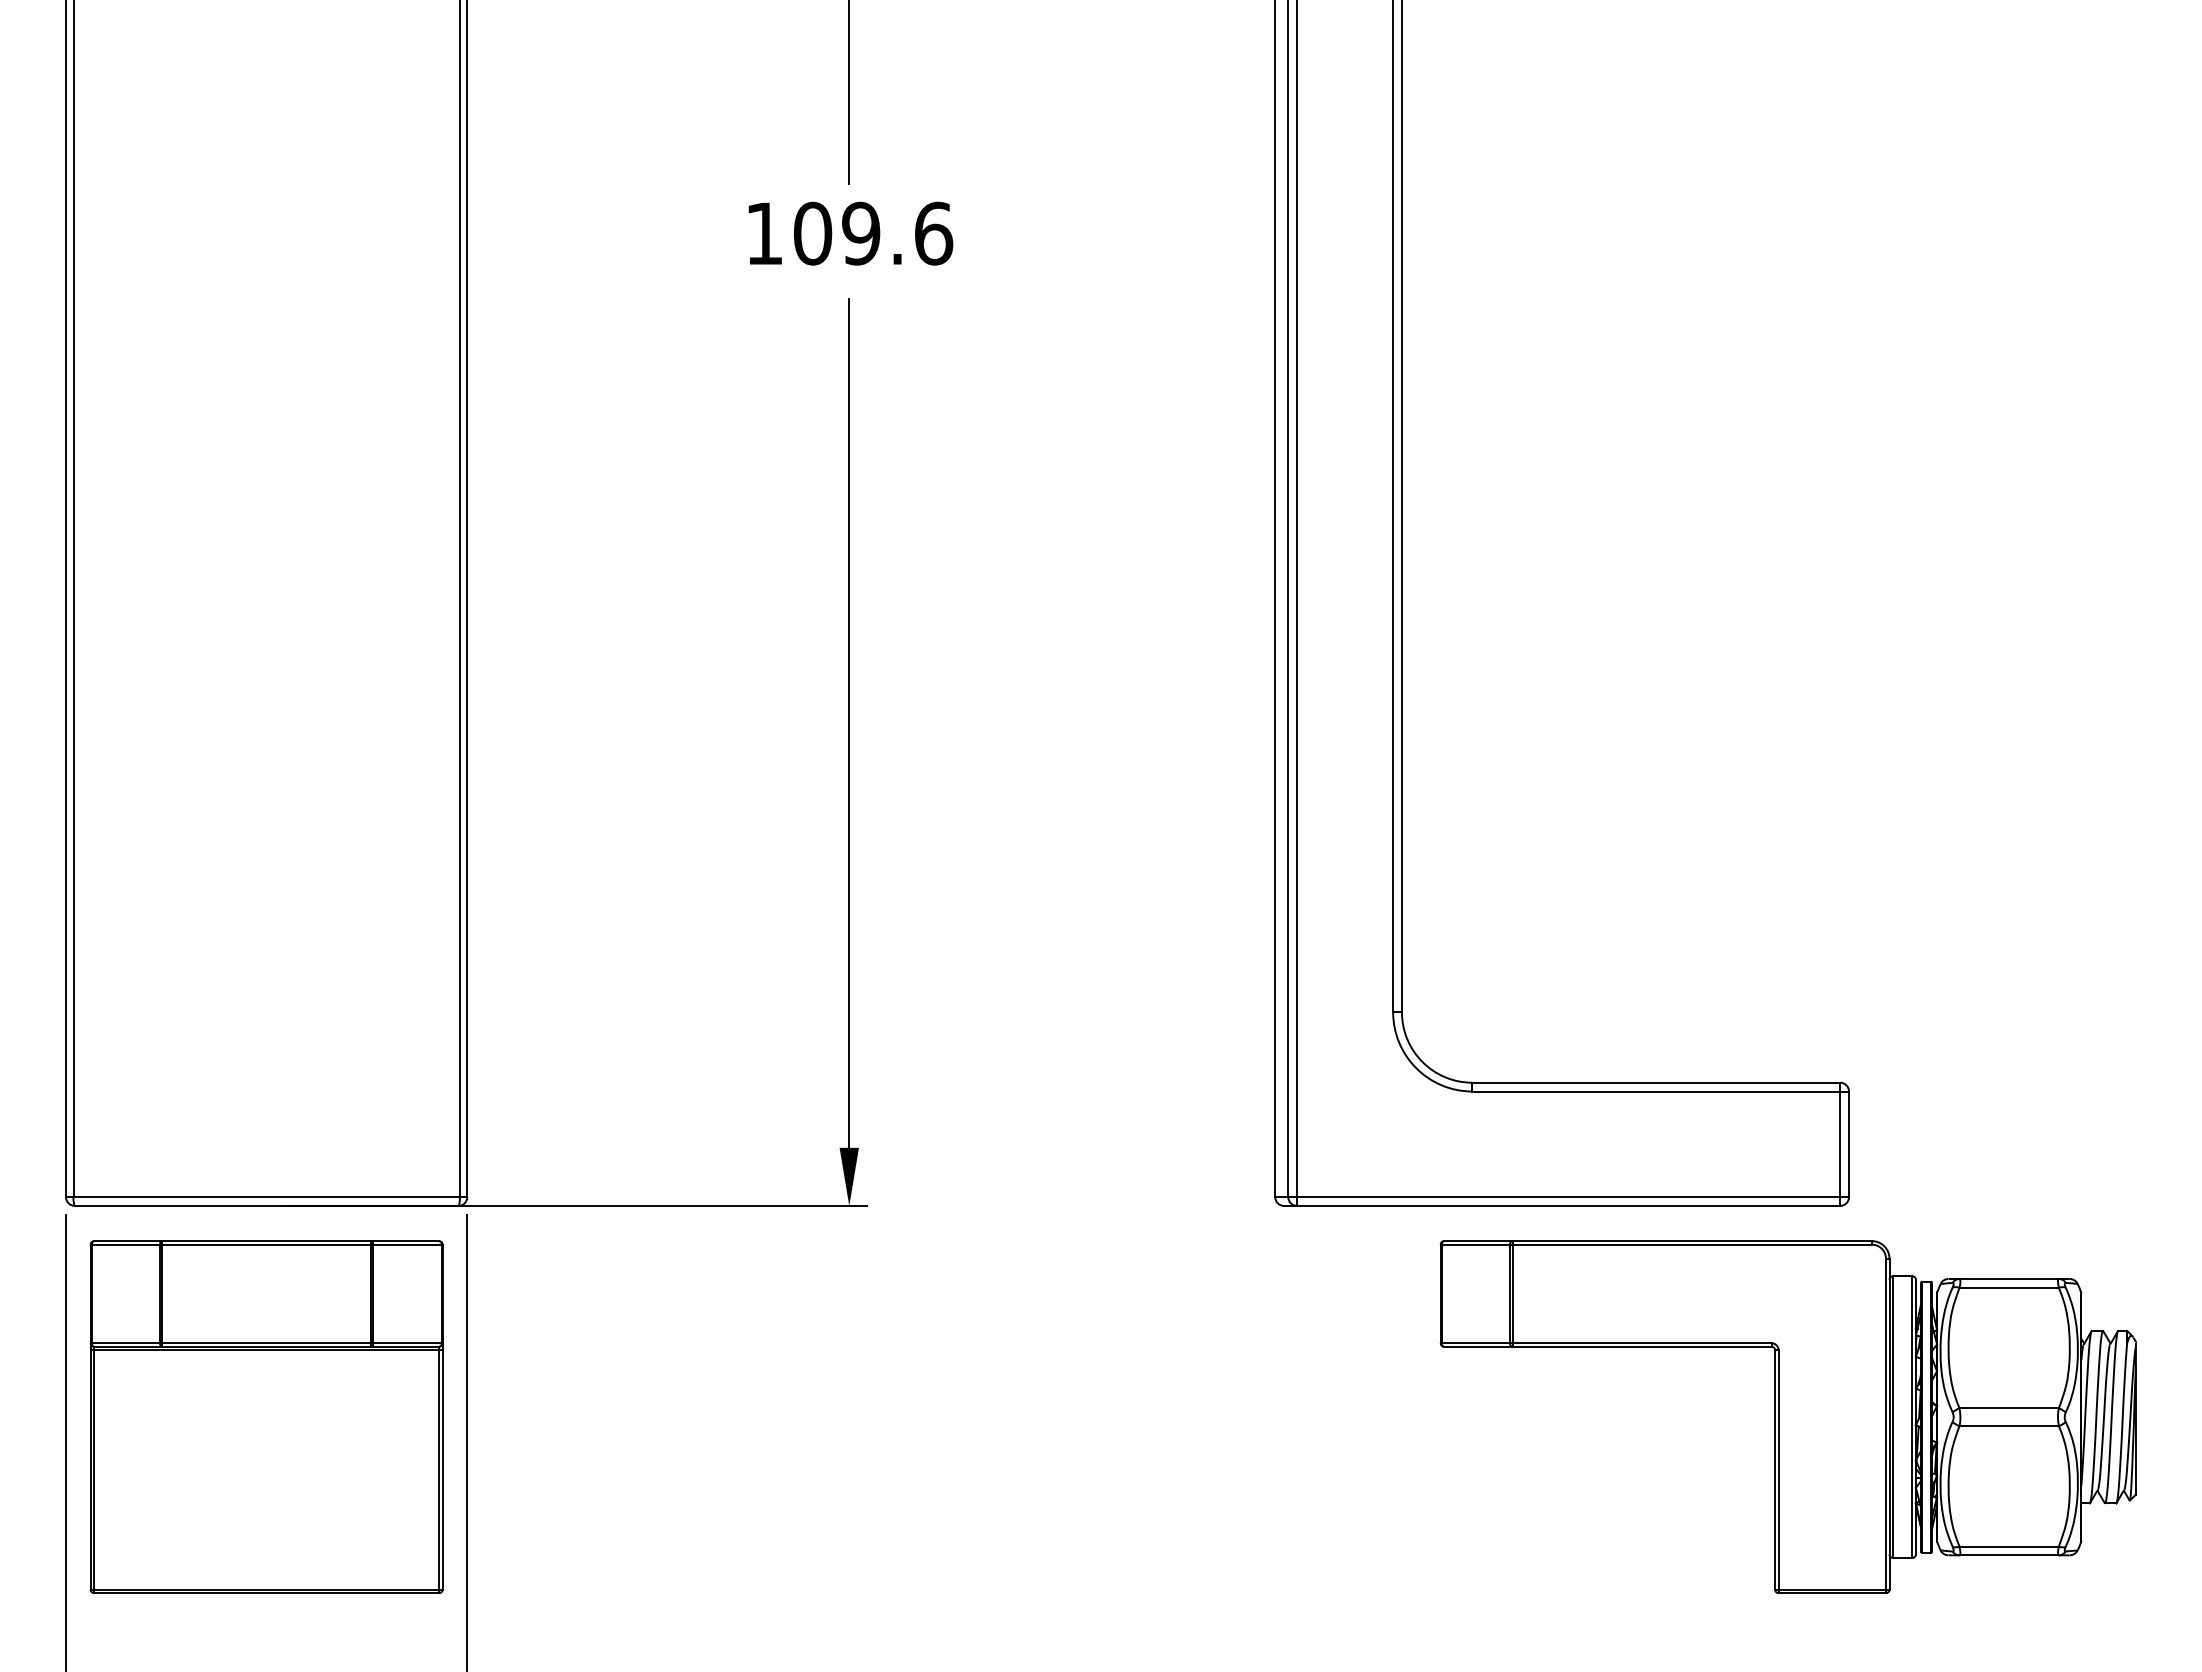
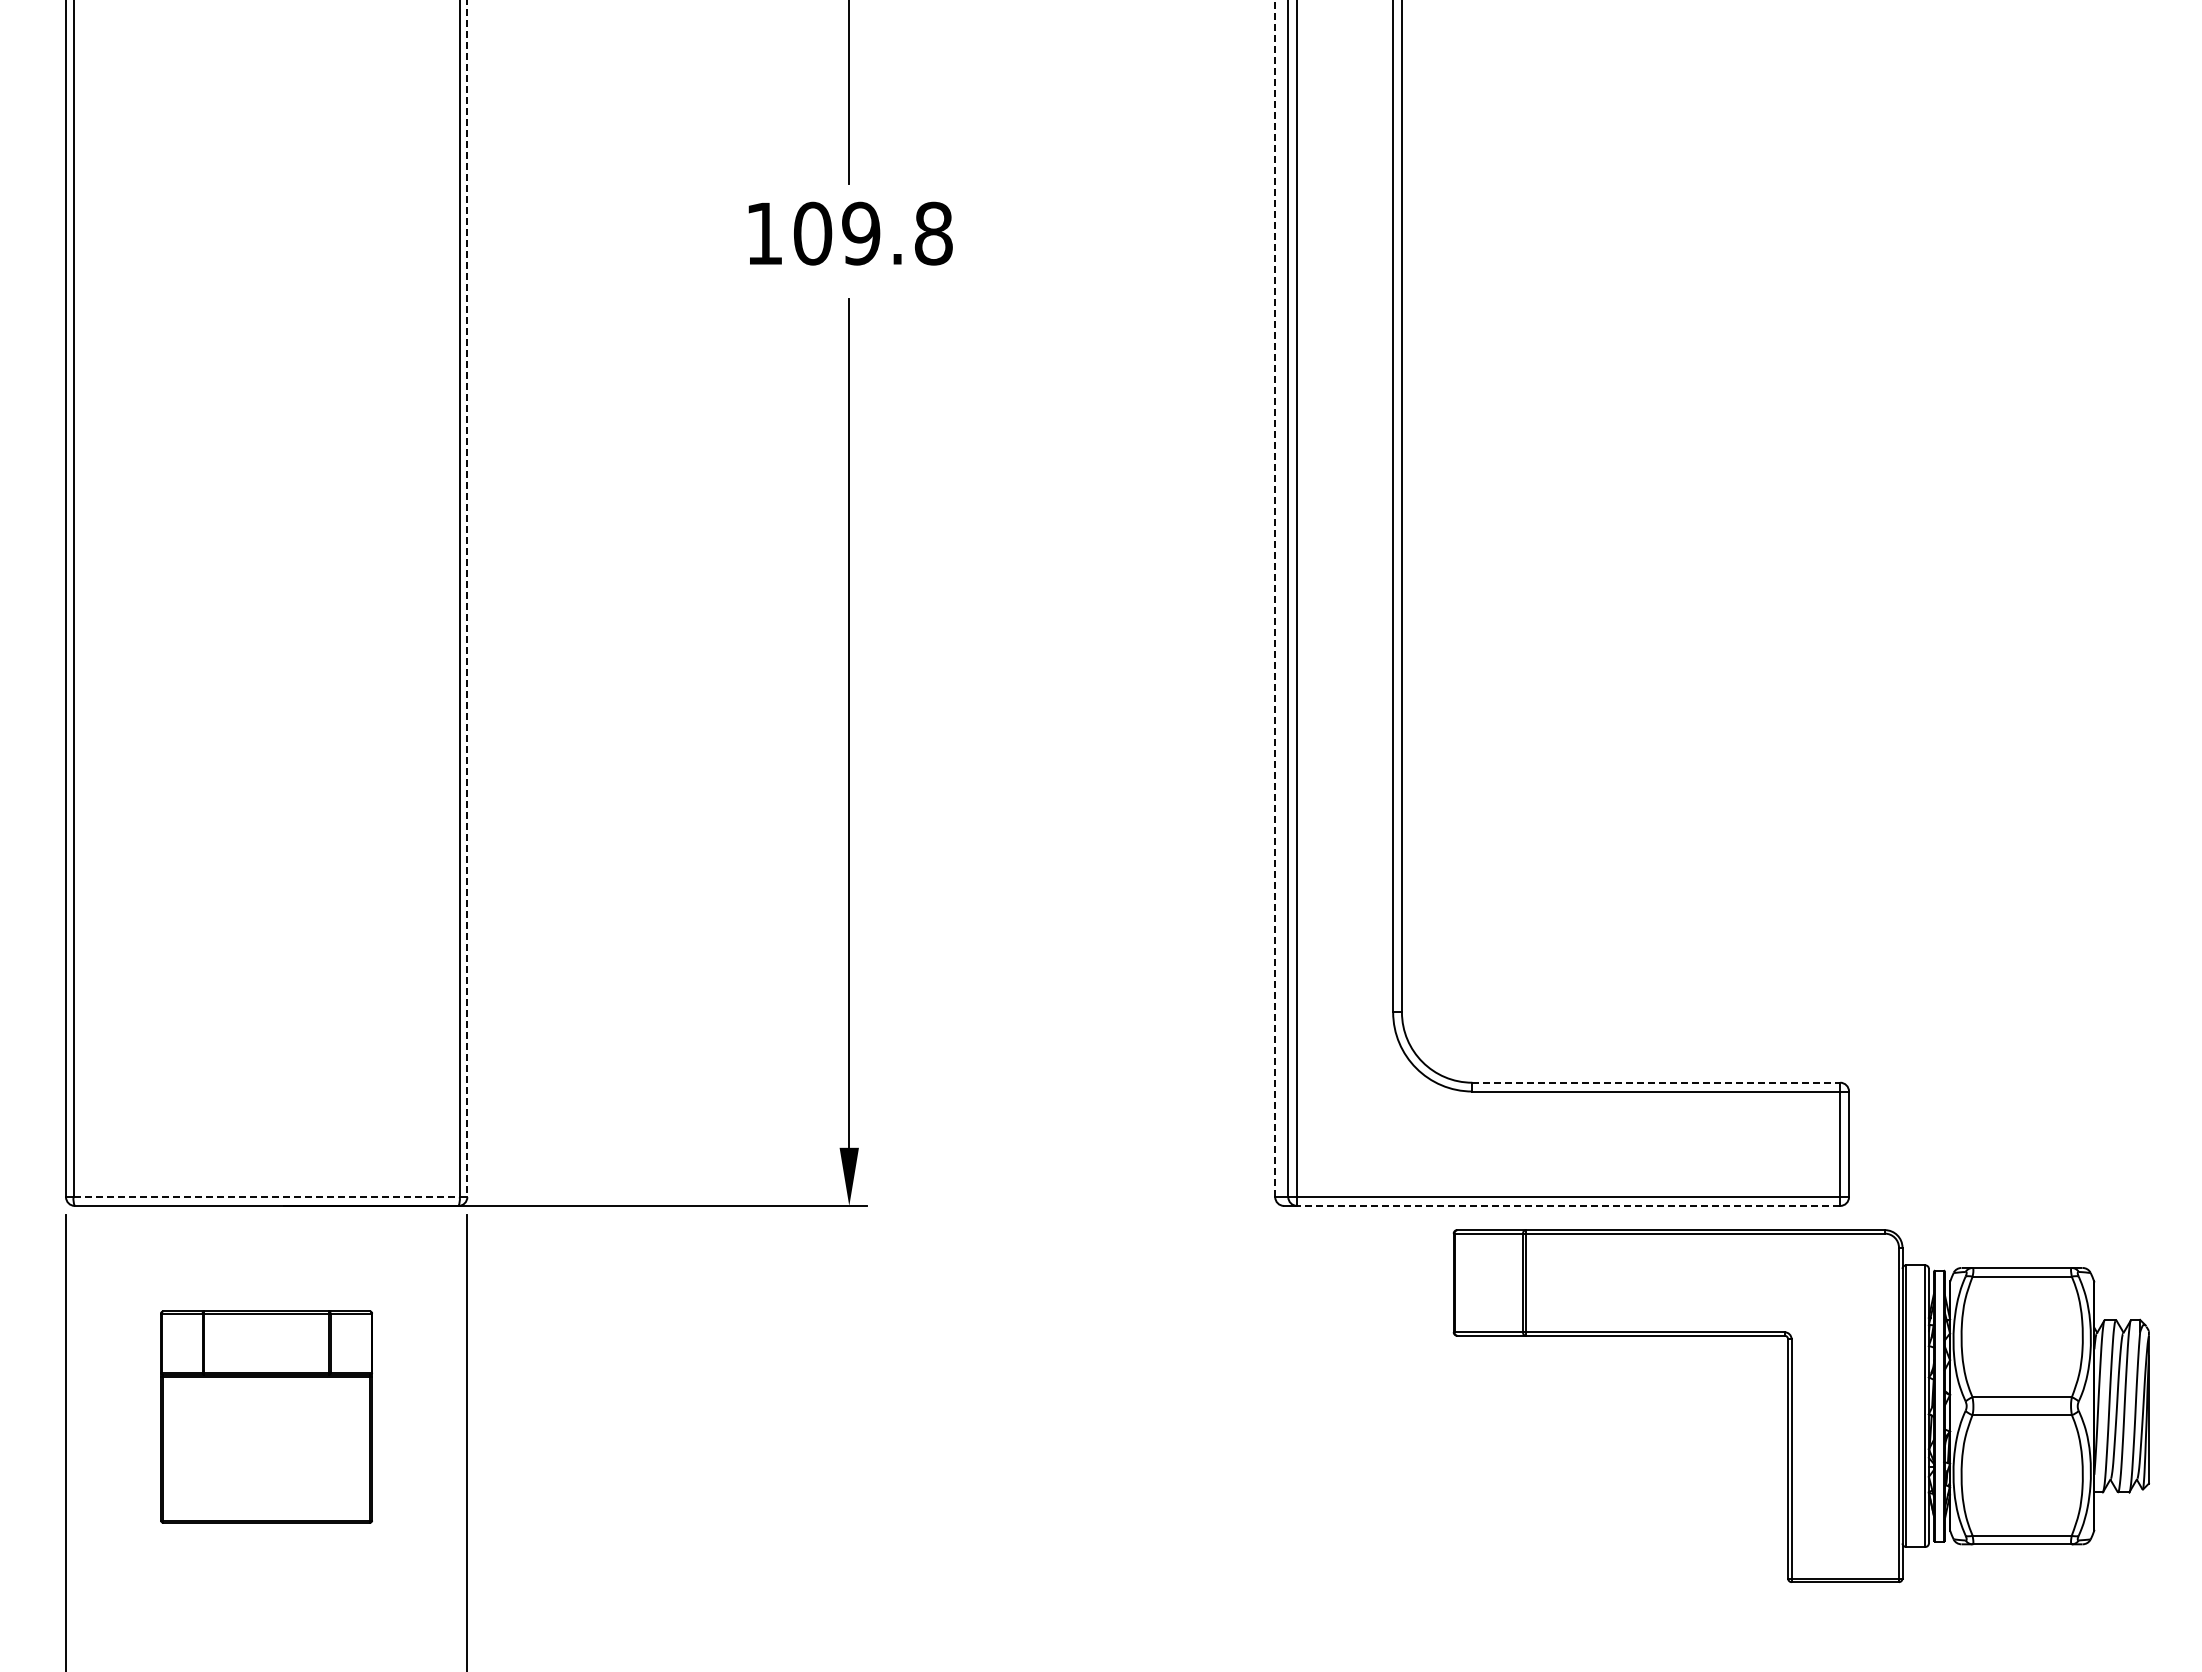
text at (933, 233): 109.6 -> 109.8
line at (467, 599): solid -> dashed
line at (1275, 599): solid -> dashed
line at (1656, 1082): solid -> dashed
line at (267, 1197): solid -> dashed
line at (1568, 1205): solid -> dashed
part at (266, 1416) size: 355x354 px -> 213x214 px
part at (1787, 1416) position: (1787, 1416) -> (1800, 1405)
